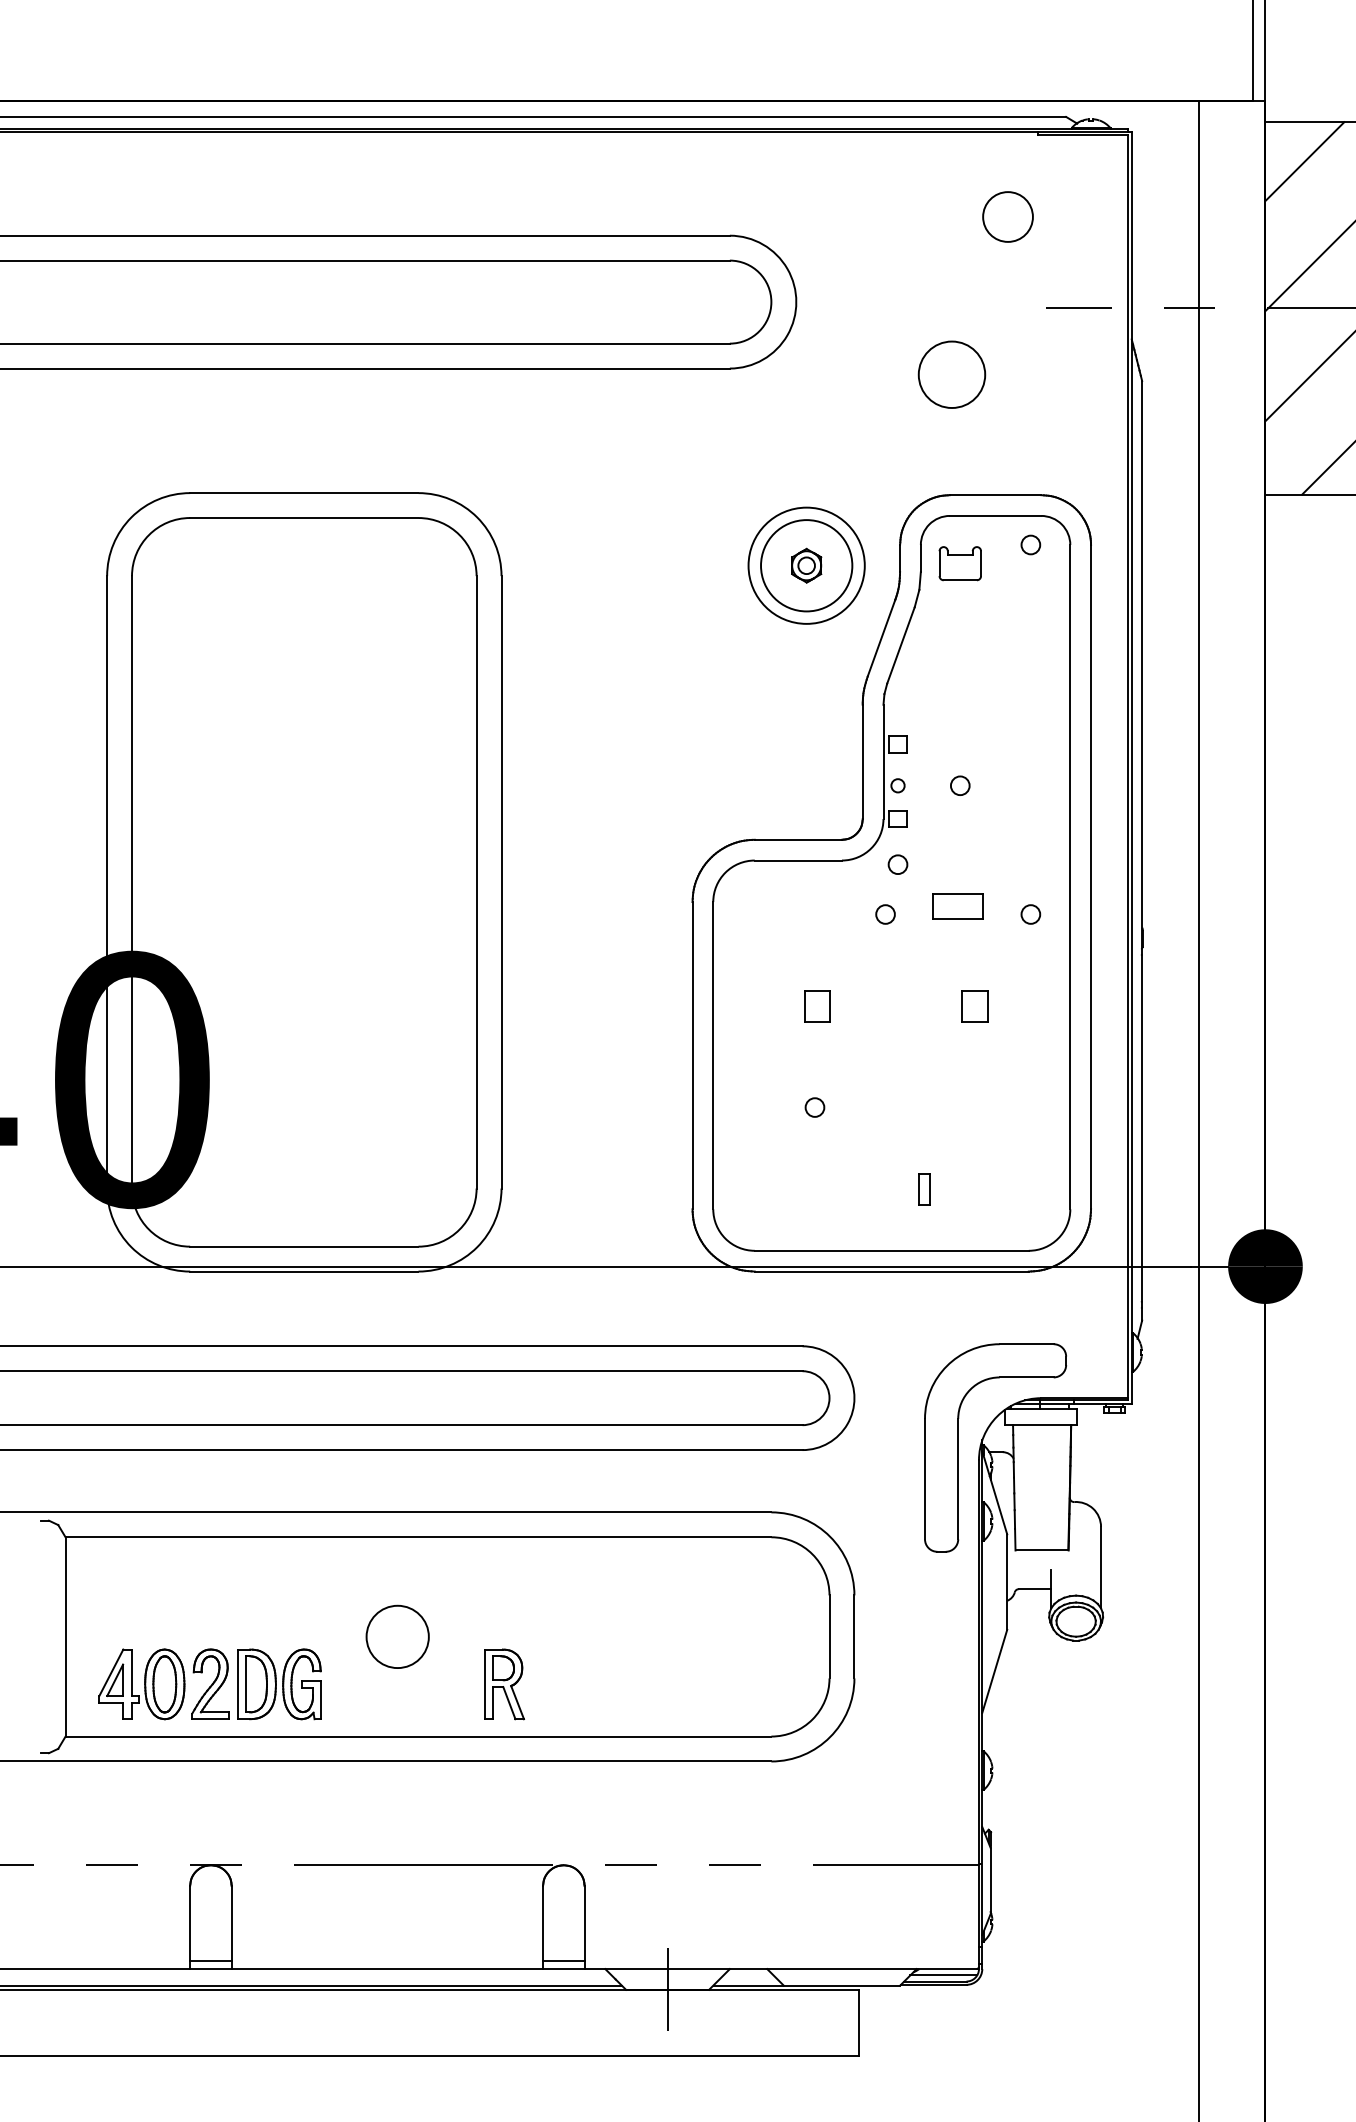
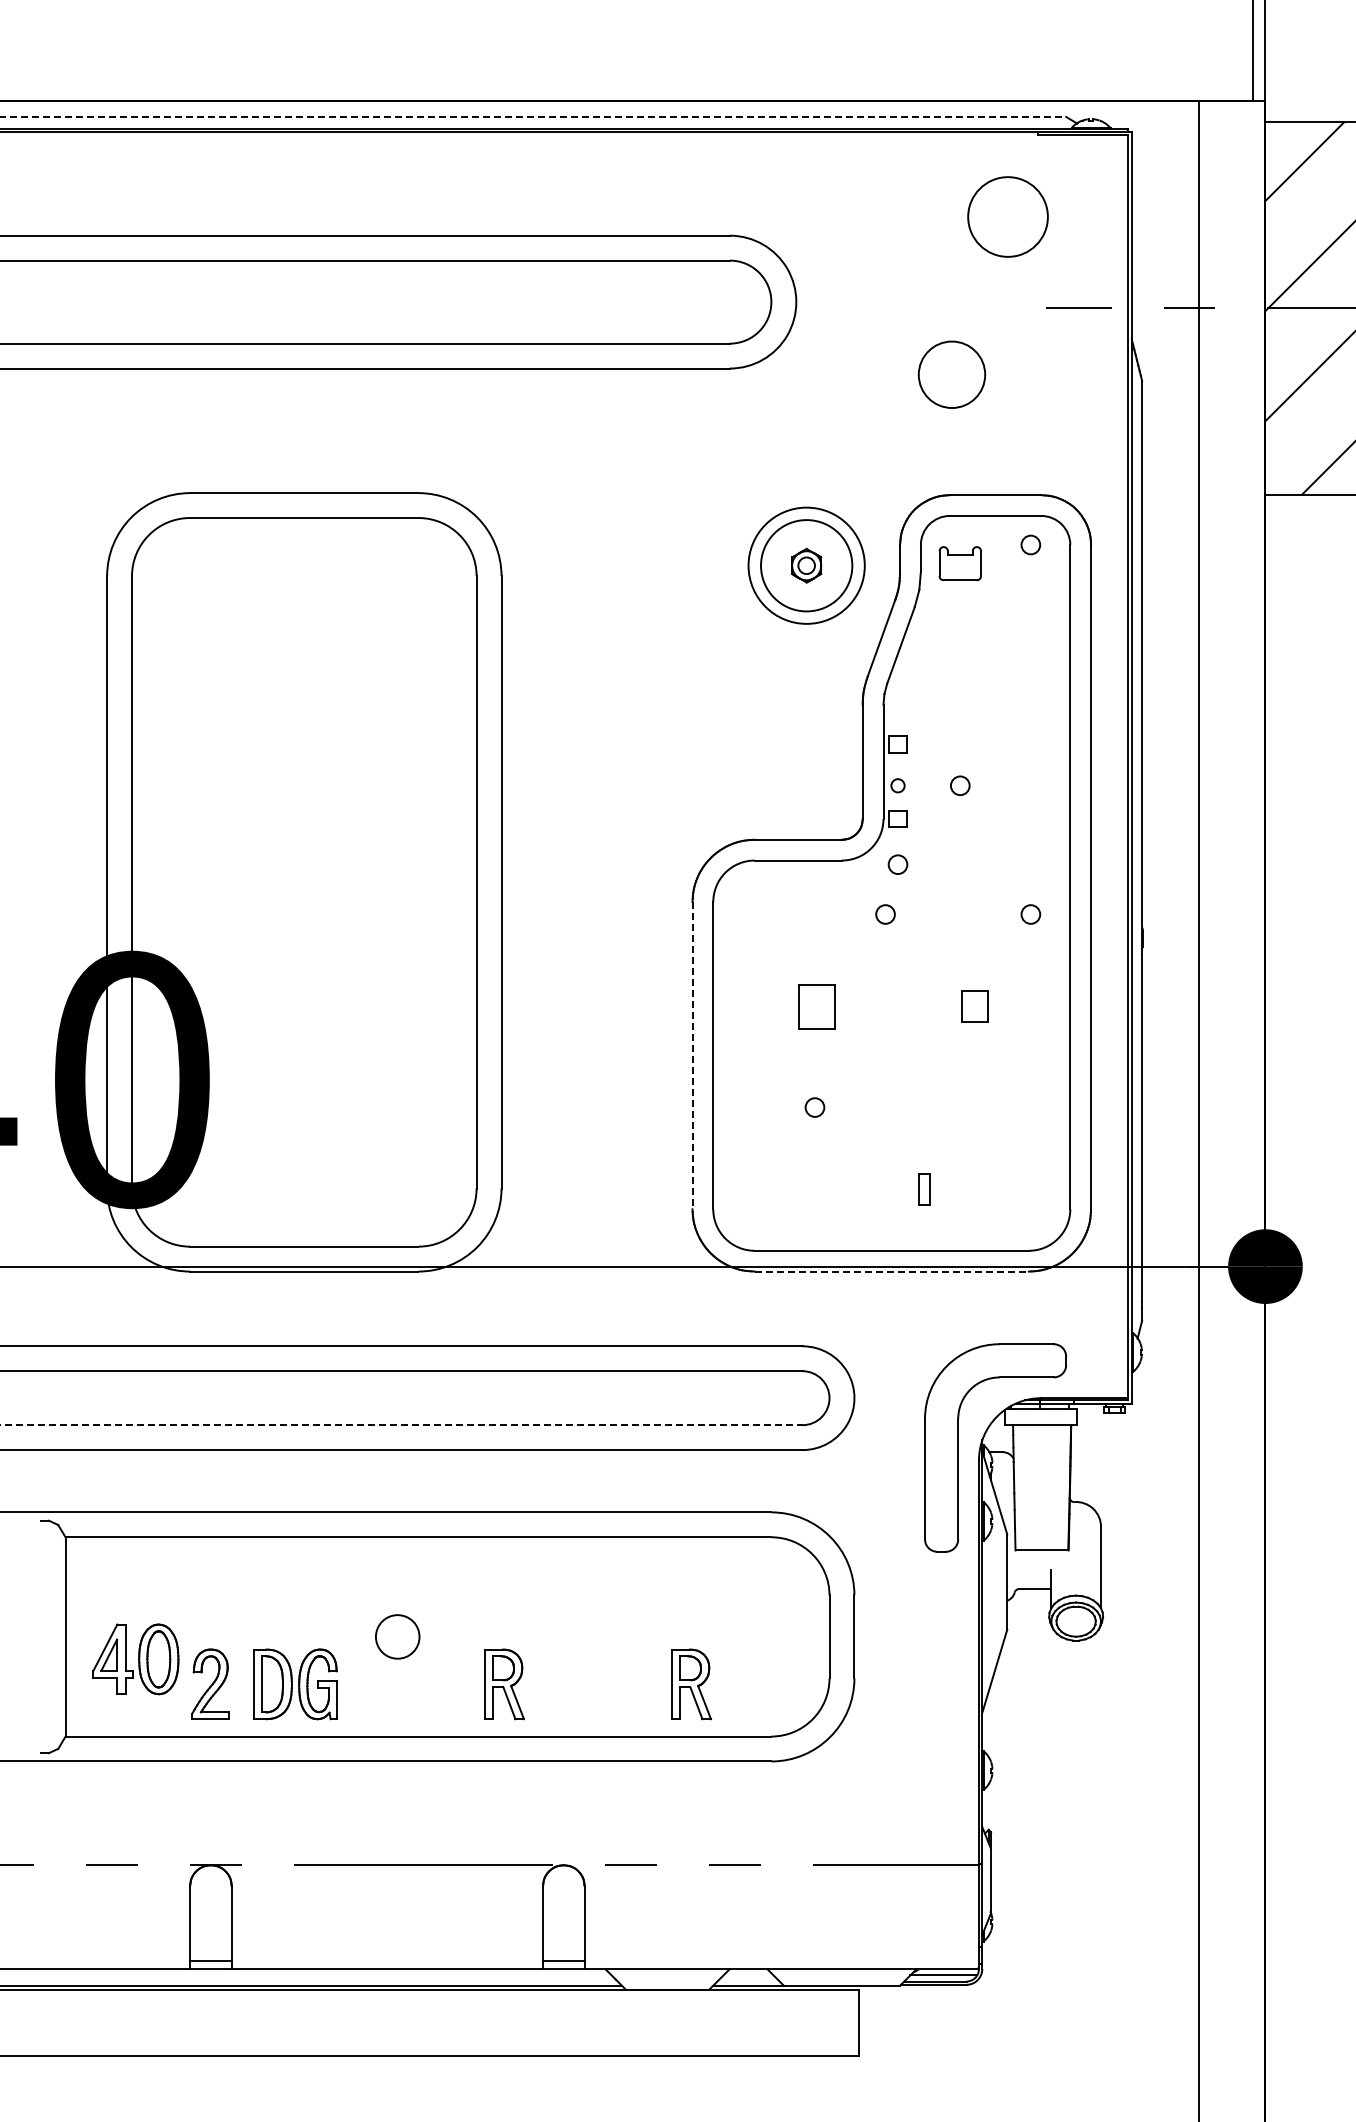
line at (533, 116): solid -> dashed
circle at (1007, 216) diameter: 50 px -> 80 px
part at (957, 906): present -> none
part at (817, 1006) size: 27x33 px -> 38x46 px
line at (692, 1055): solid -> dashed
line at (892, 1271): solid -> dashed
line at (401, 1425): solid -> dashed
circle at (397, 1636) diameter: 62 px -> 44 px
part at (141, 1684) position: (141, 1684) -> (135, 1659)
part at (279, 1684) position: (279, 1684) -> (295, 1684)
part at (691, 1684): none -> present
line at (667, 1989): present -> none
